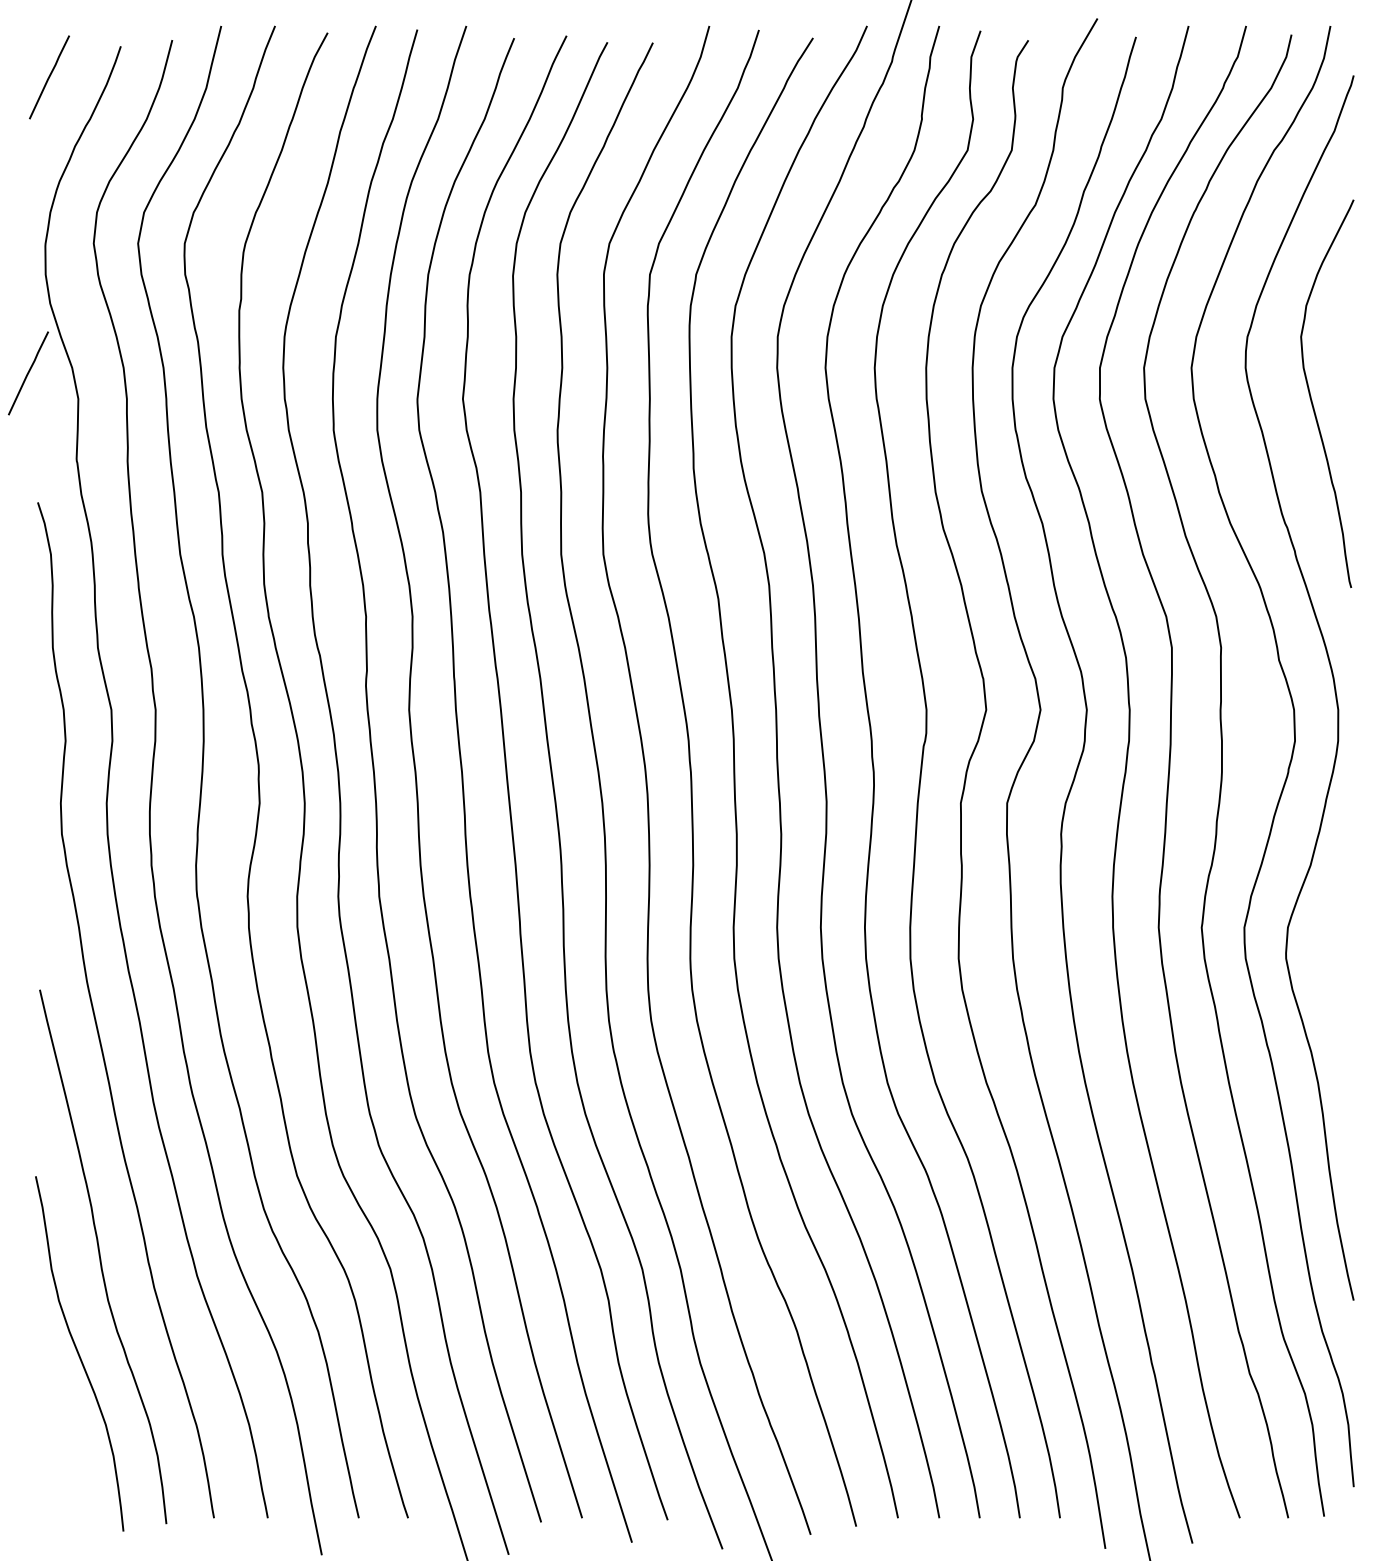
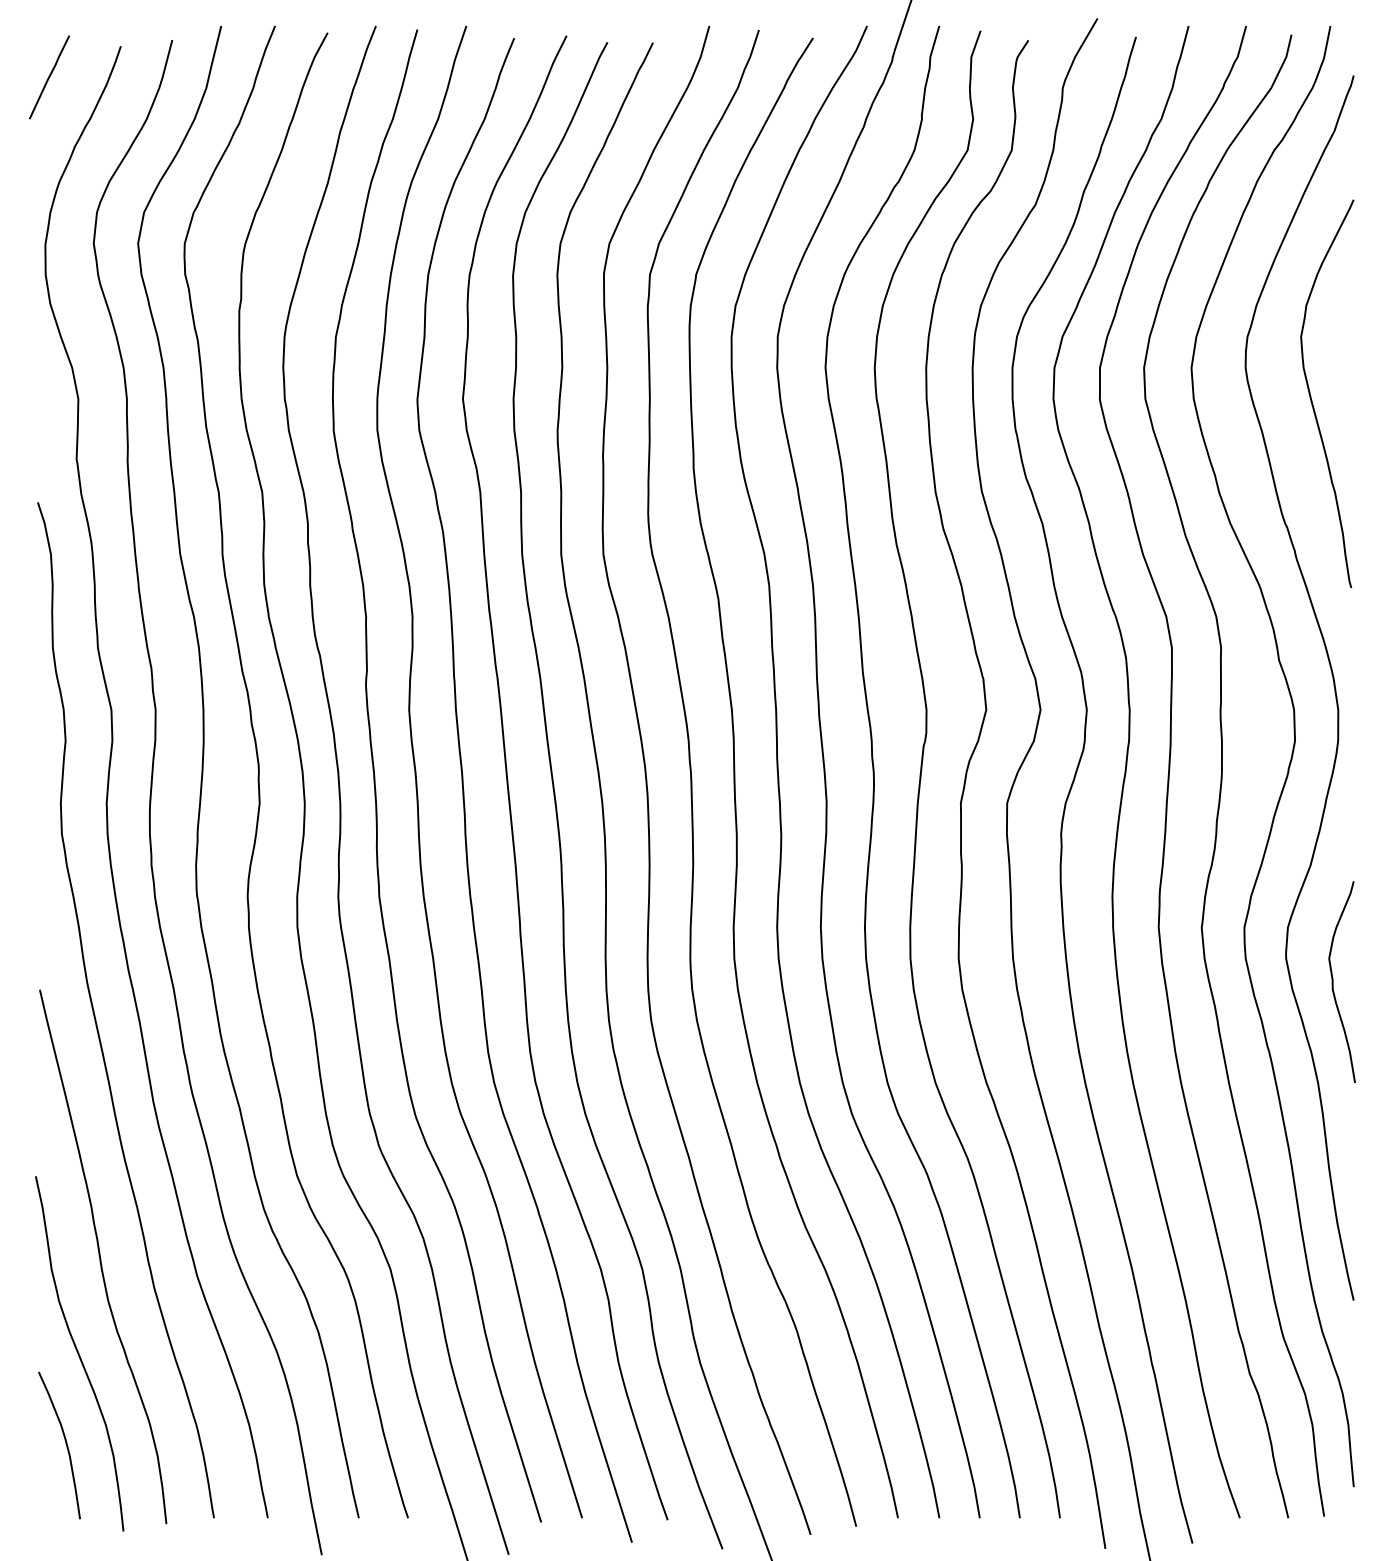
line at (28, 373): present -> none
curve at (1333, 981): none -> present
curve at (65, 1444): none -> present
